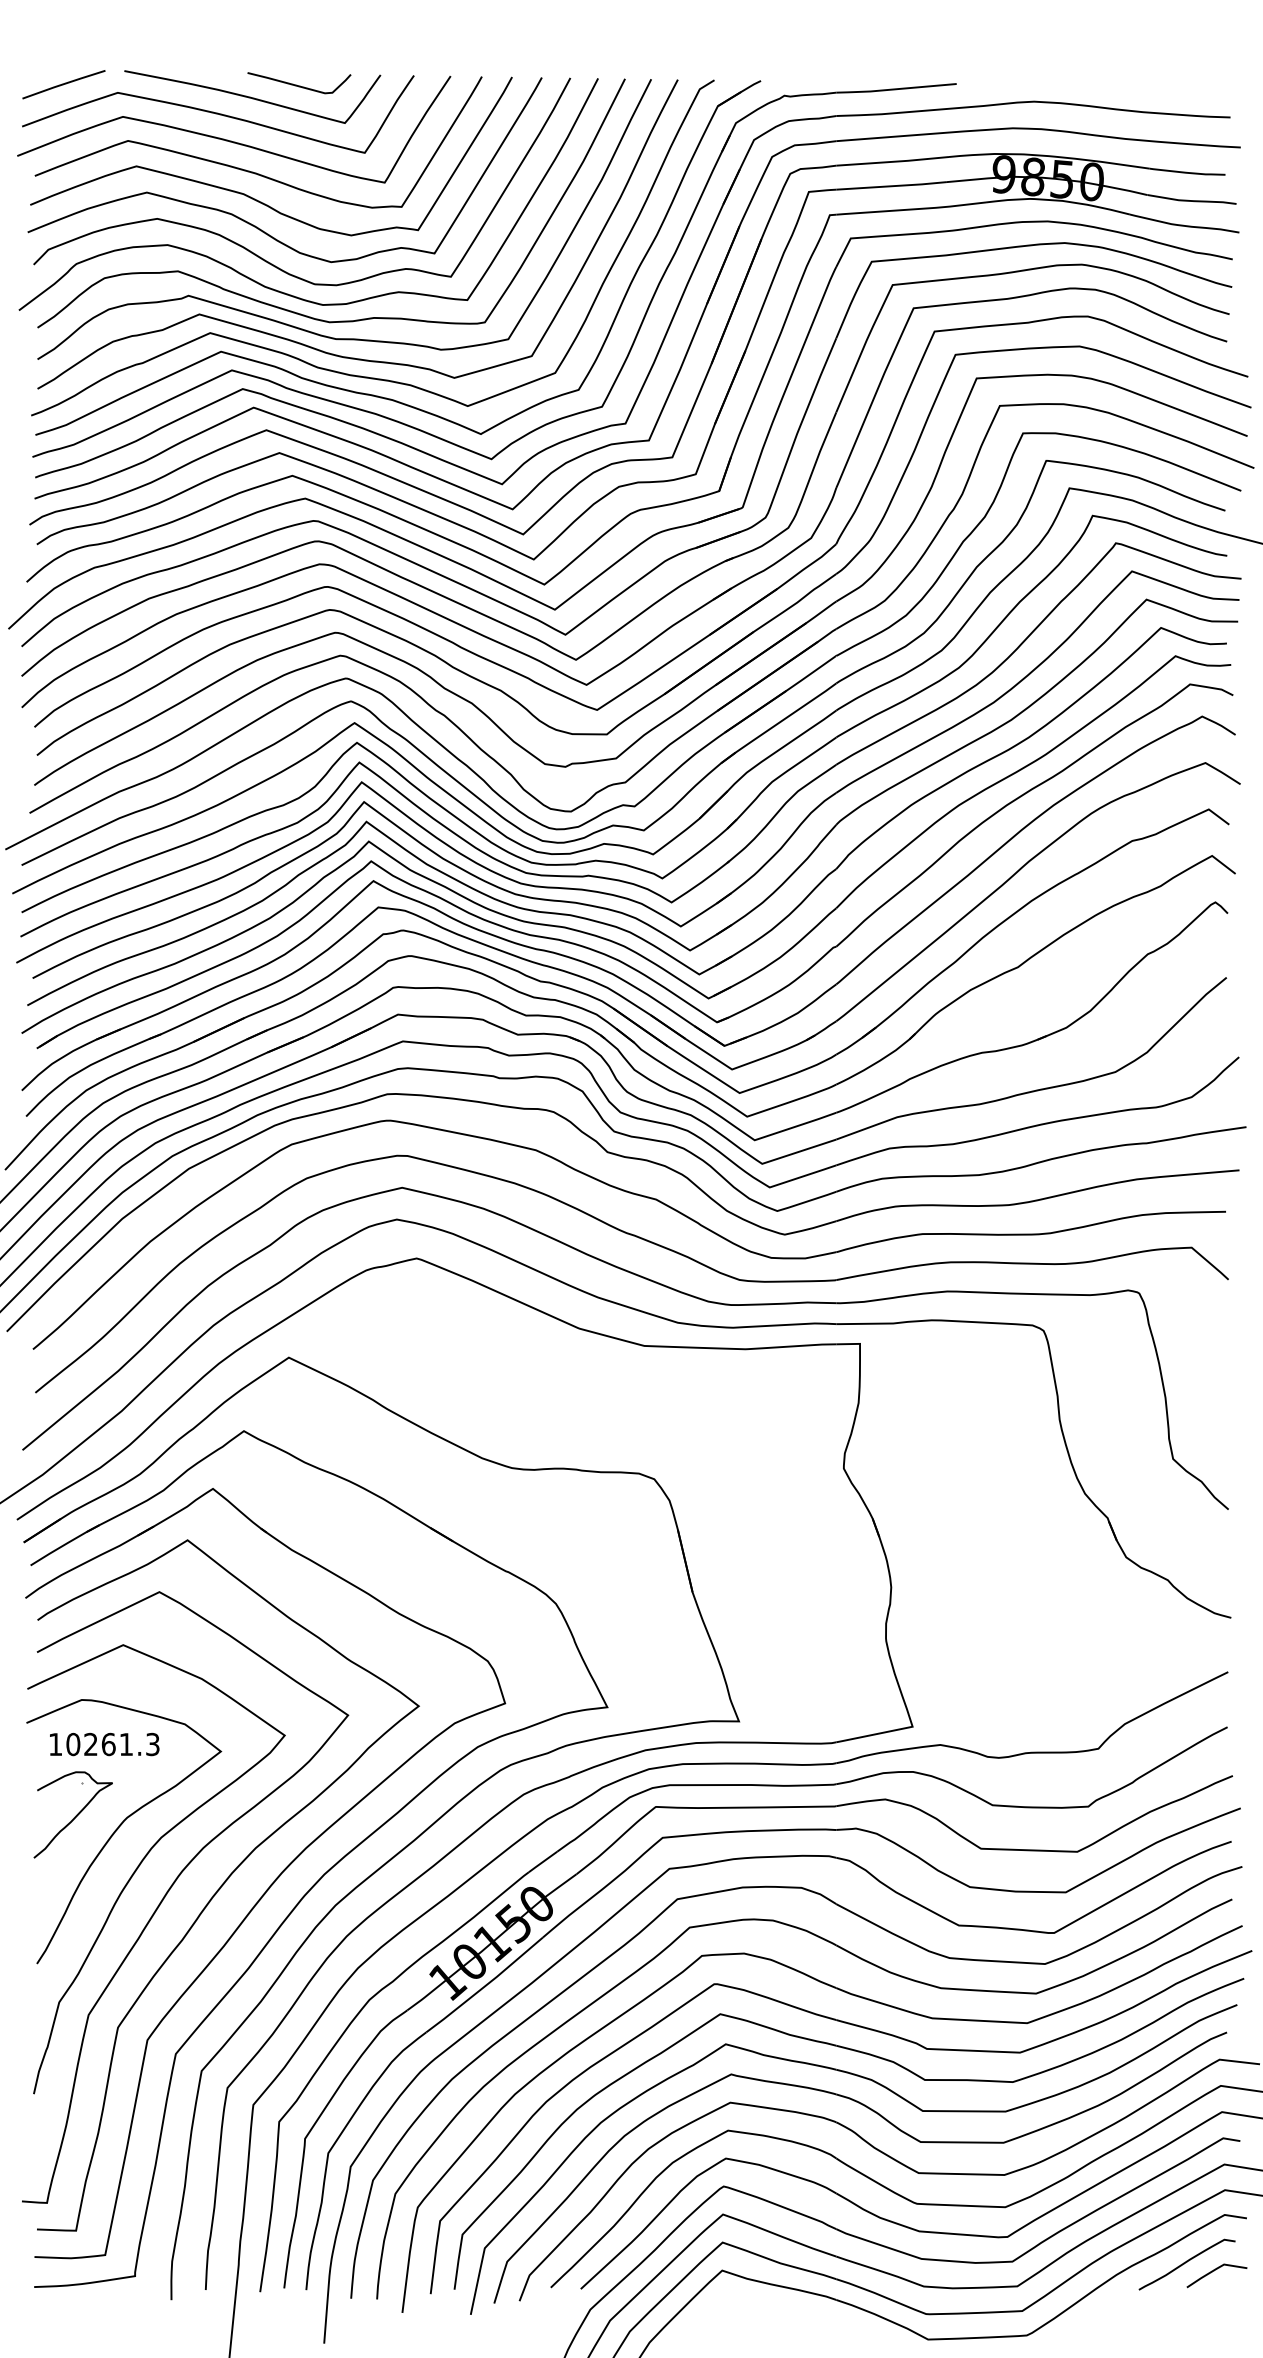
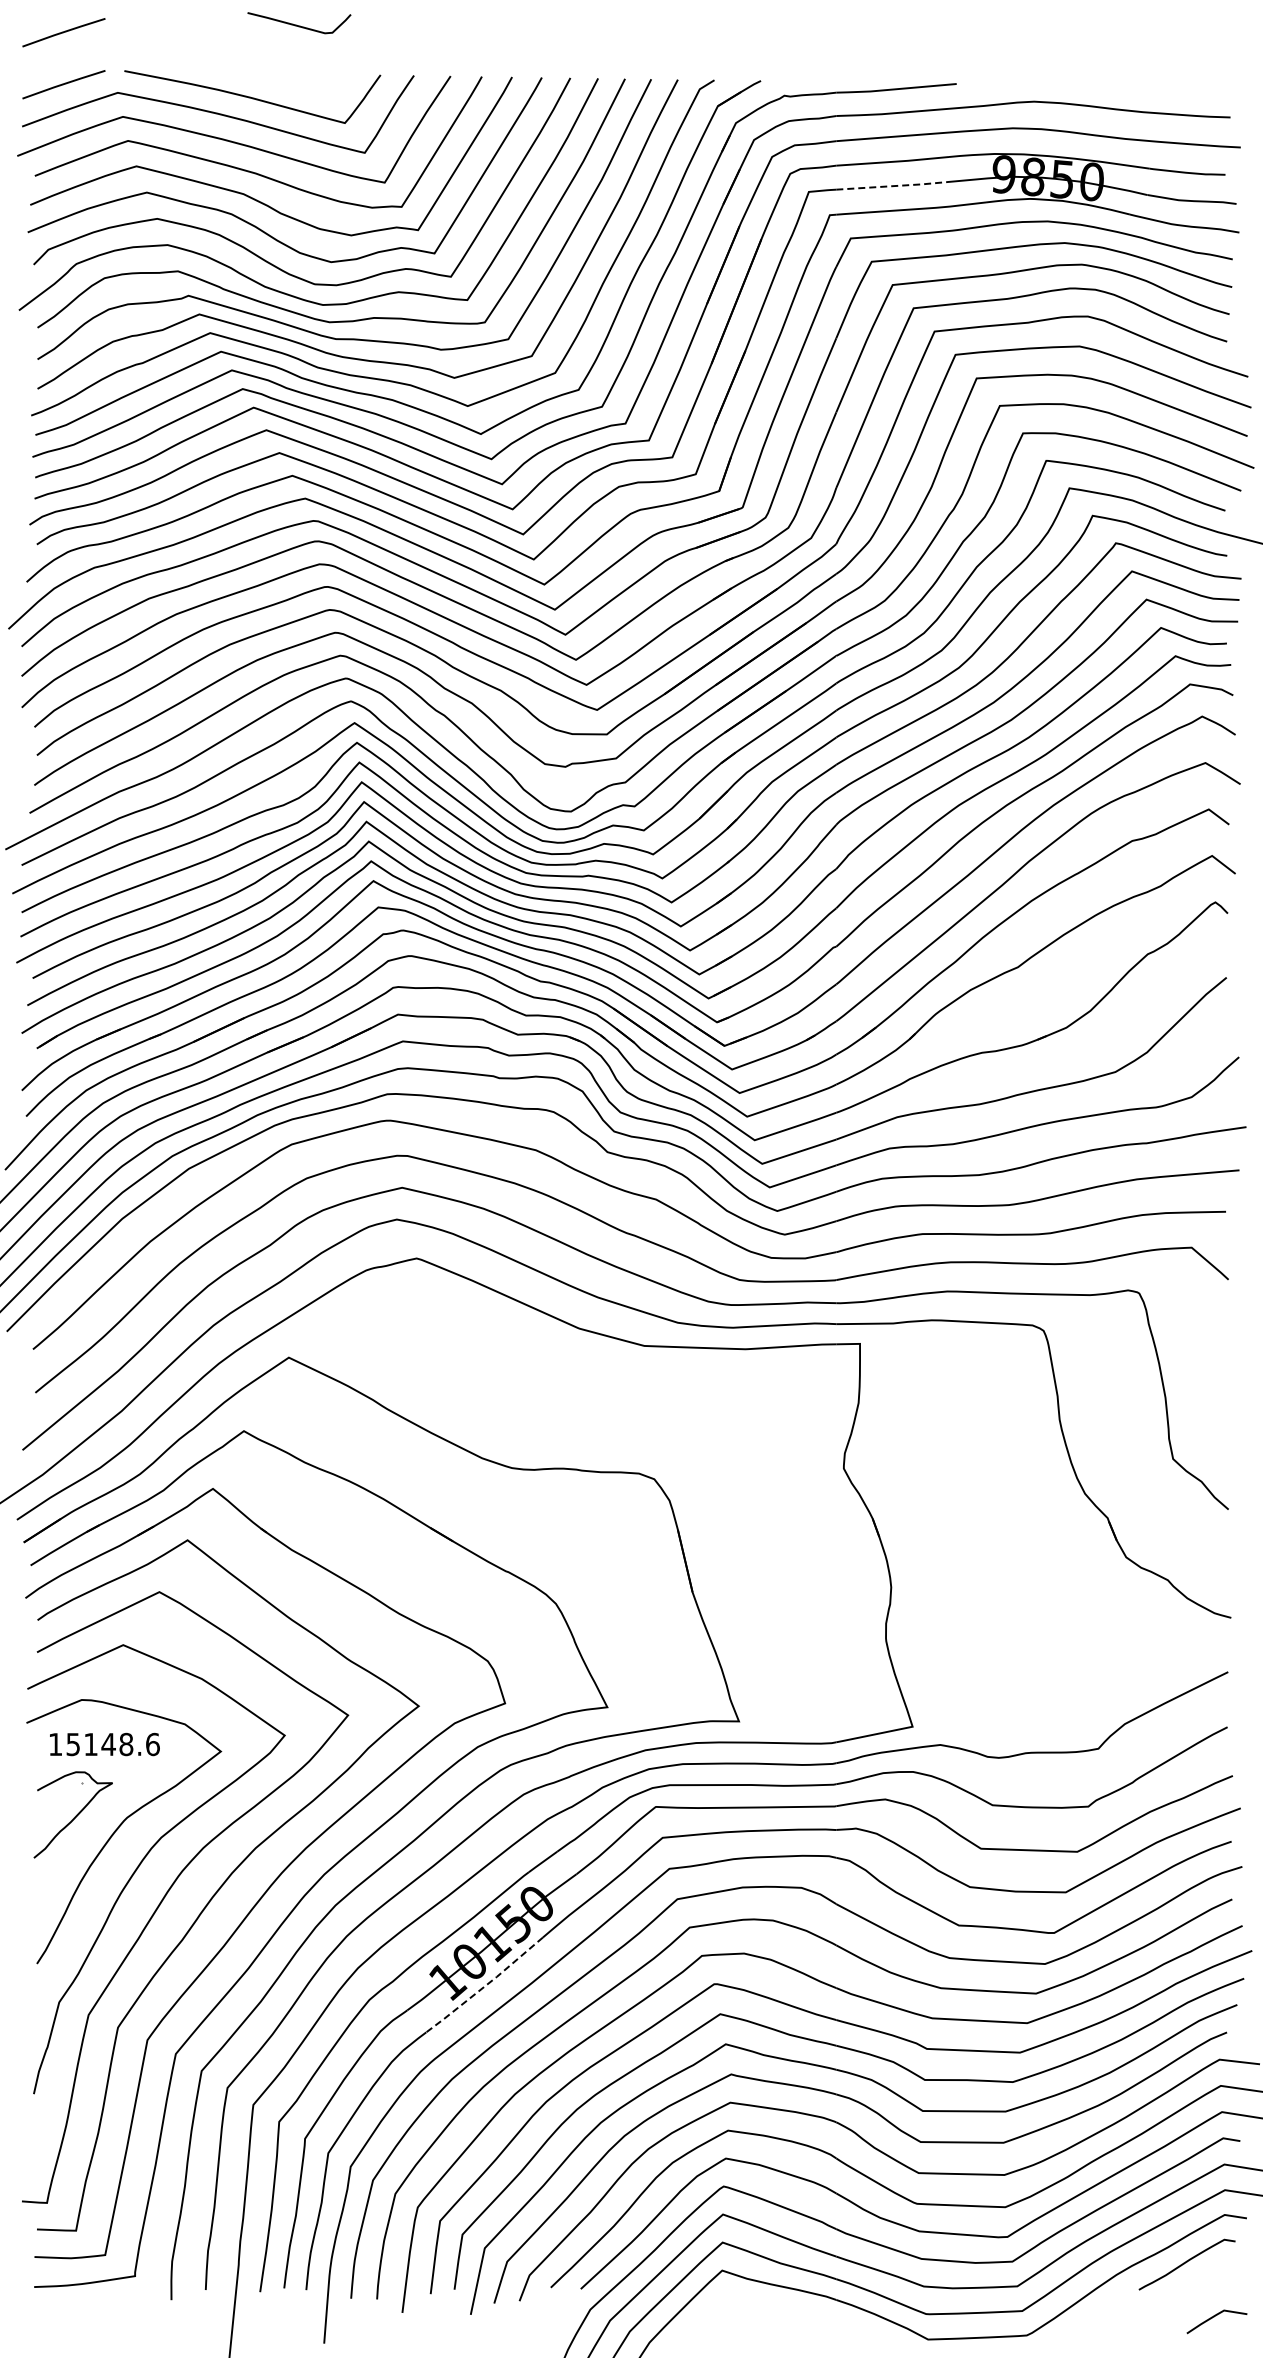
line at (63, 32): none -> present
curve at (299, 85) position: (299, 85) -> (299, 25)
line at (892, 186): solid -> dashed
text at (112, 1744): 10261.3 -> 15148.6
line at (485, 1986): solid -> dashed
line at (1214, 2271) position: (1214, 2271) -> (1214, 2317)
